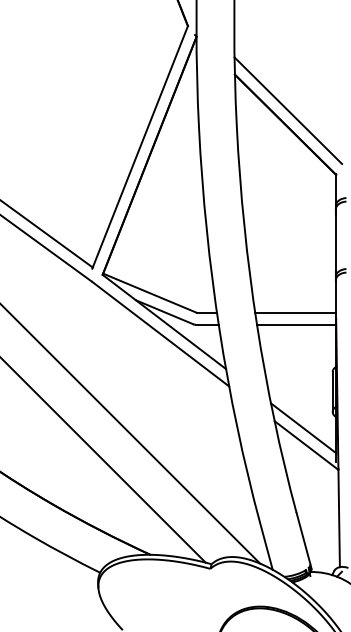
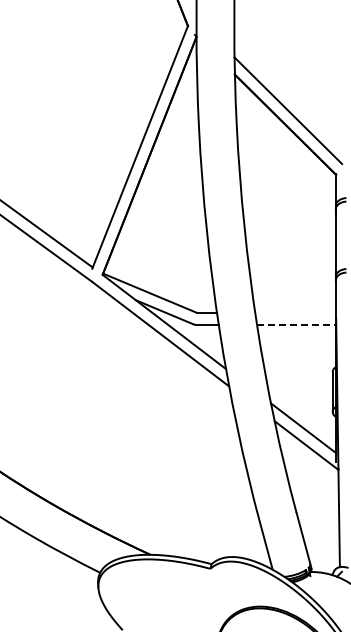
line at (295, 312): present -> none
line at (296, 324): solid -> dashed
line at (131, 434): present -> none
line at (103, 460): present -> none
